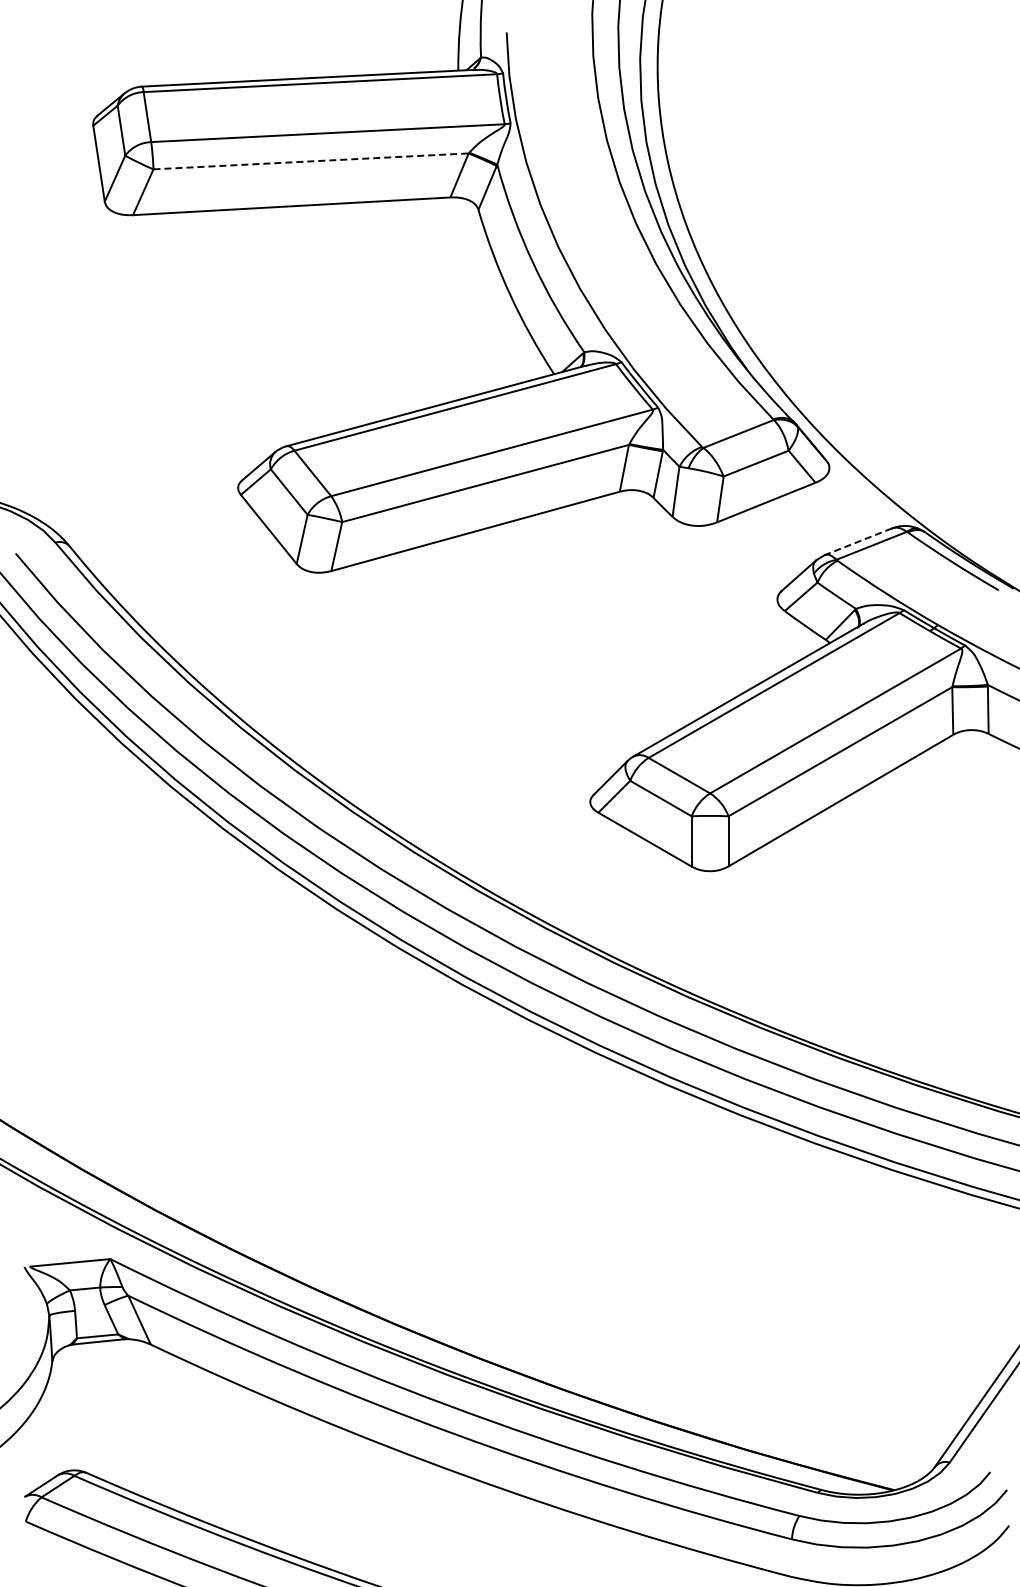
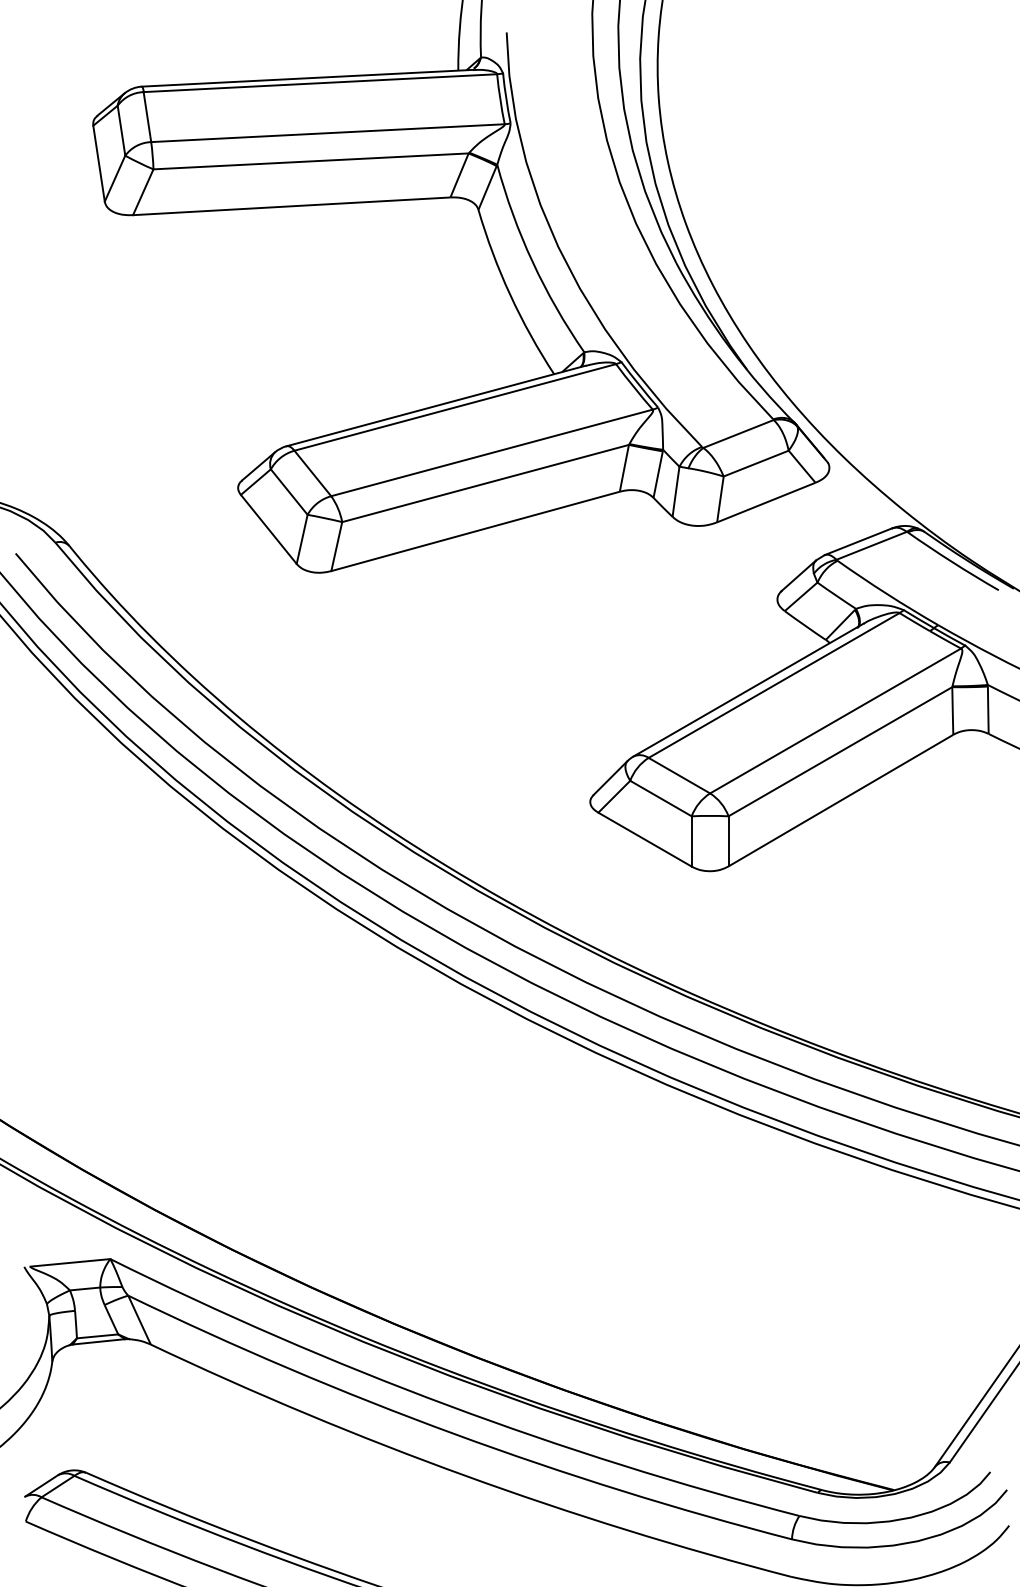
line at (311, 161): dashed -> solid
line at (857, 541): dashed -> solid
